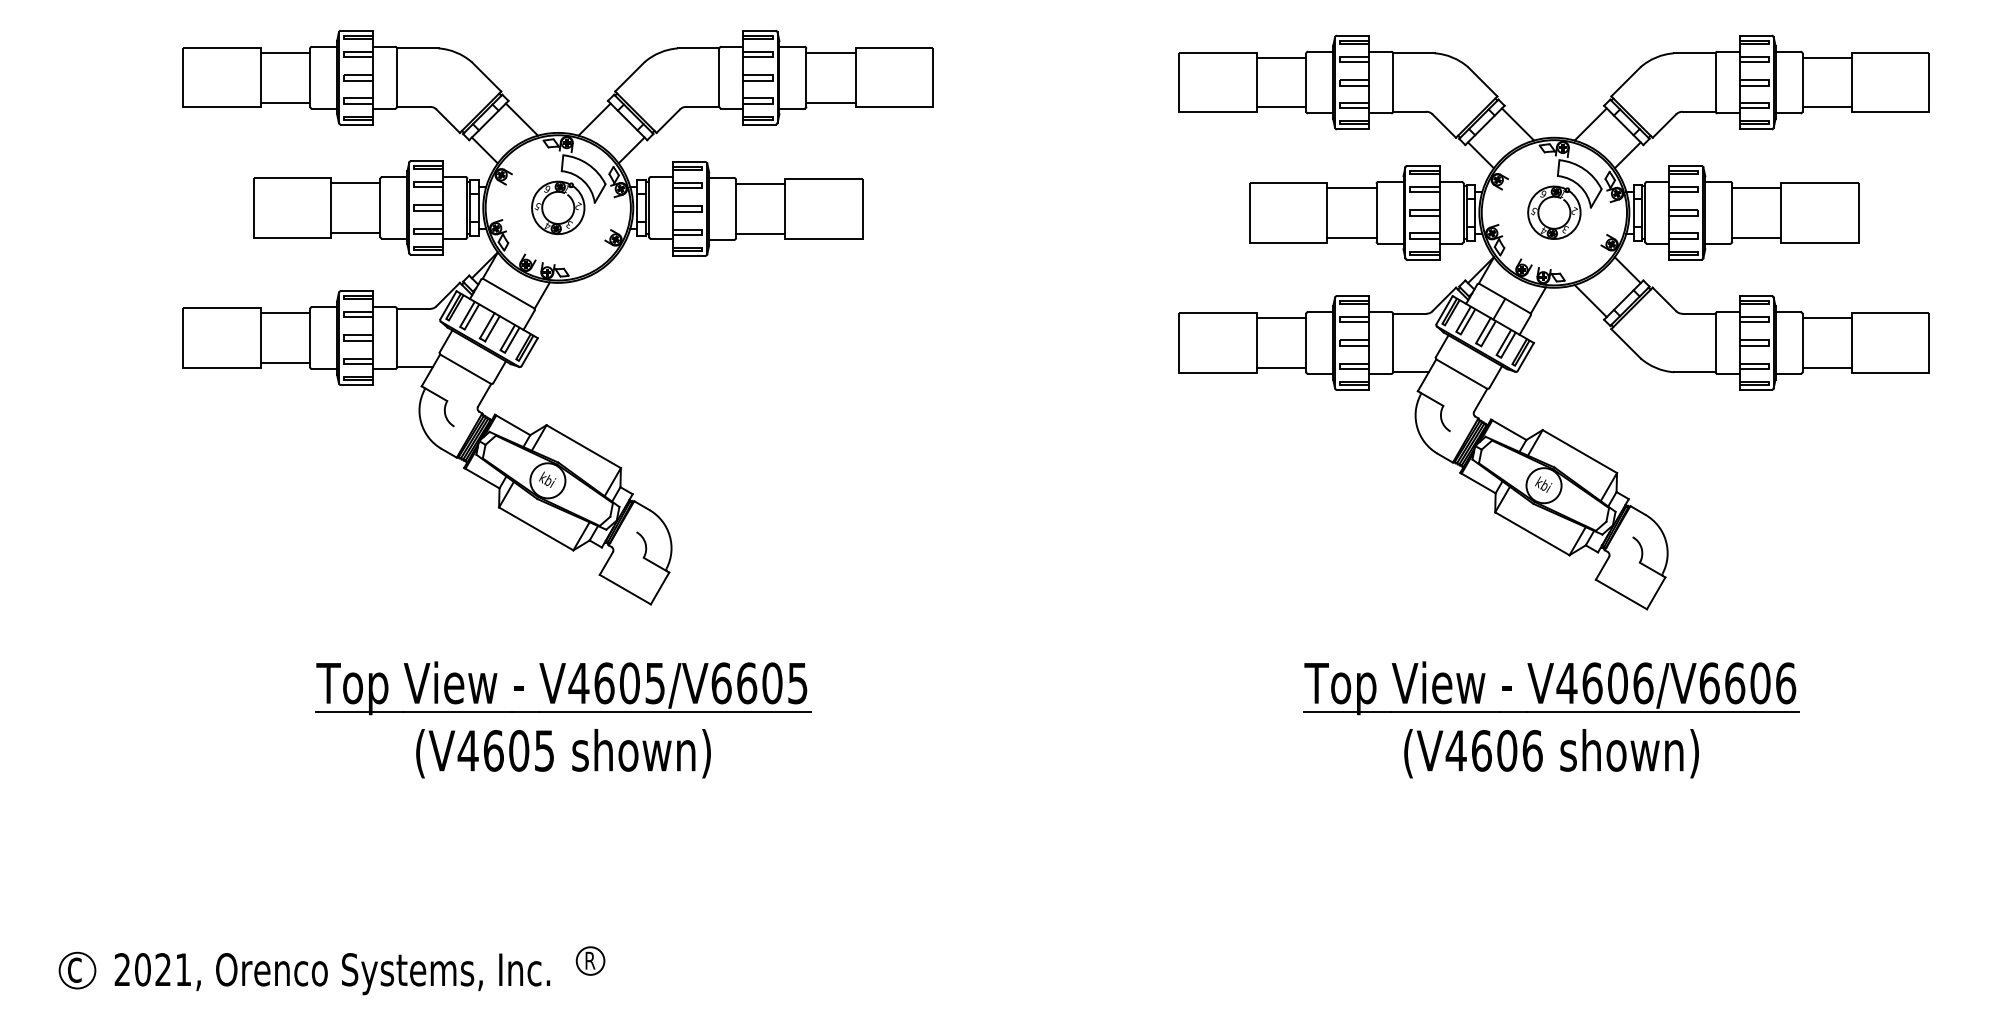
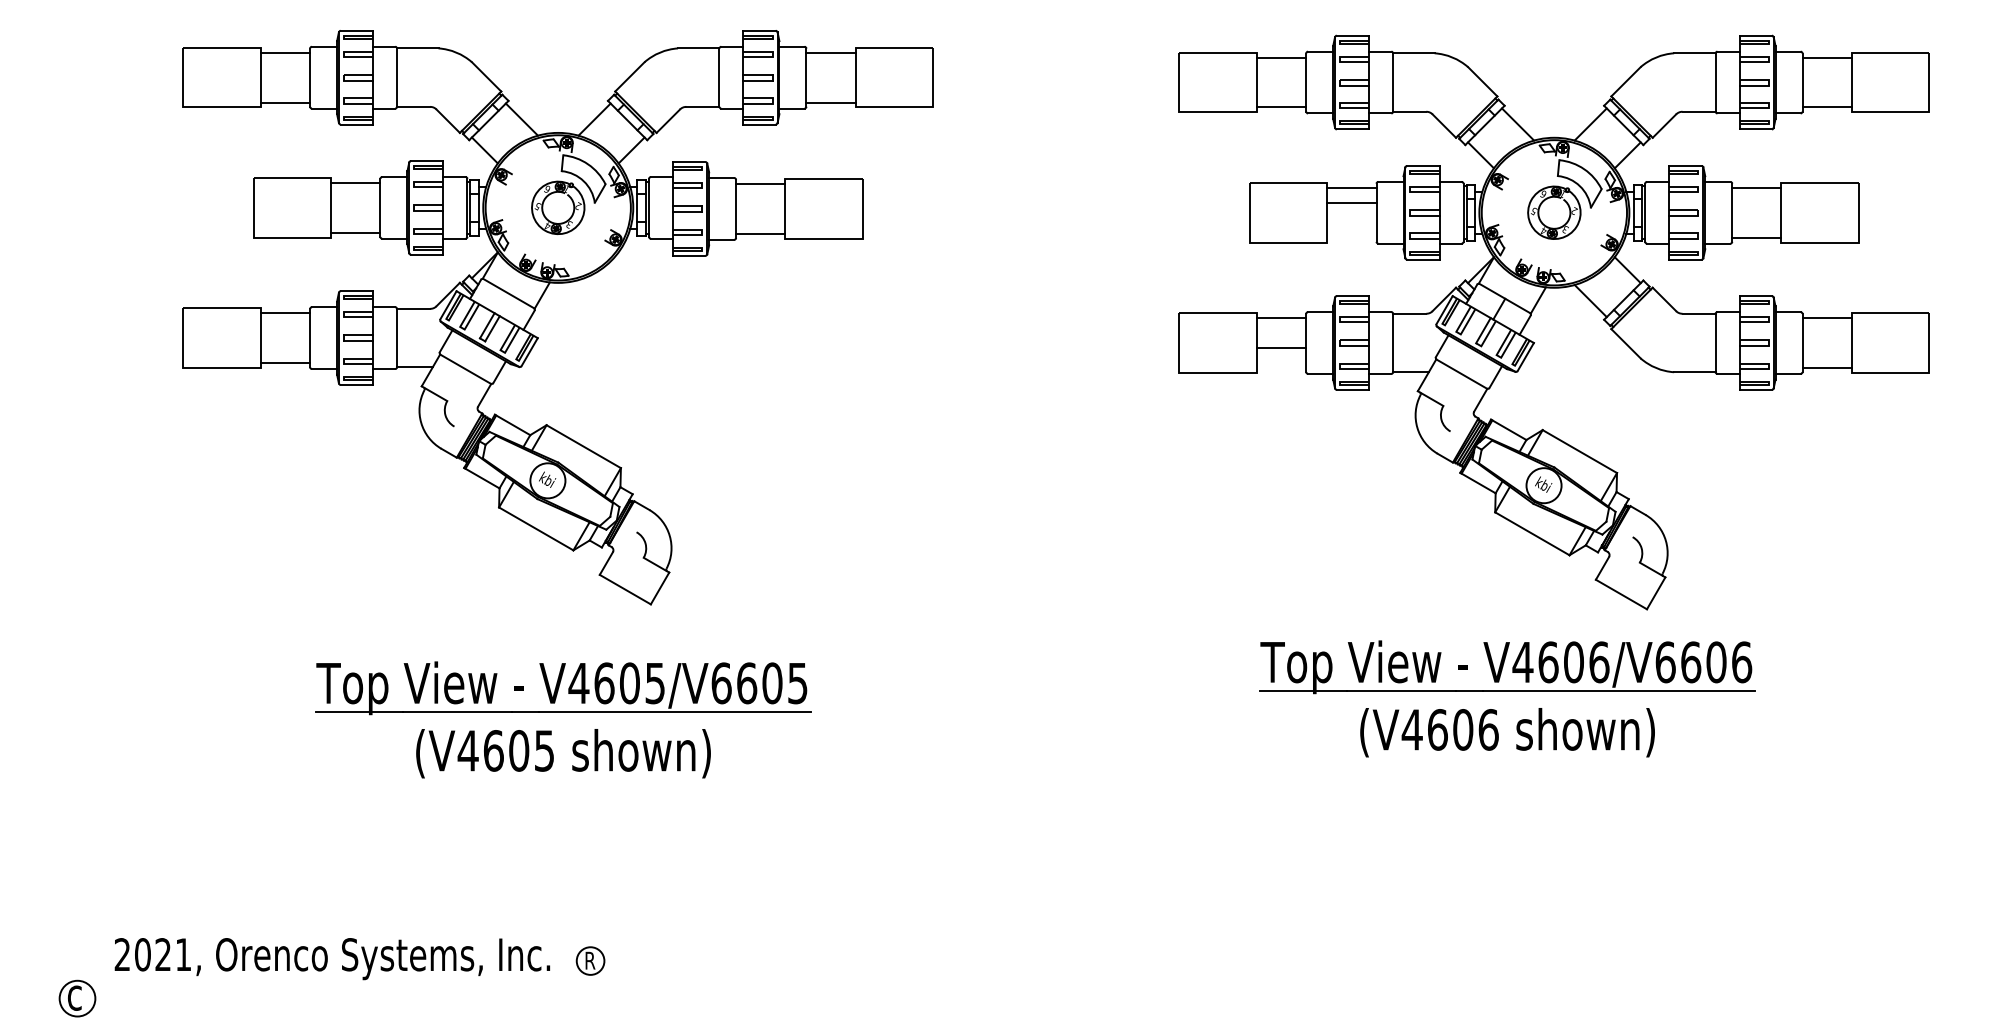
line at (1351, 237) position: (1351, 237) -> (1351, 202)
line at (1281, 367) position: (1281, 367) -> (1281, 347)
part at (1551, 712) position: (1551, 712) -> (1507, 691)
part at (77, 970) position: (77, 970) -> (77, 998)
text at (332, 974) position: (332, 974) -> (332, 959)
